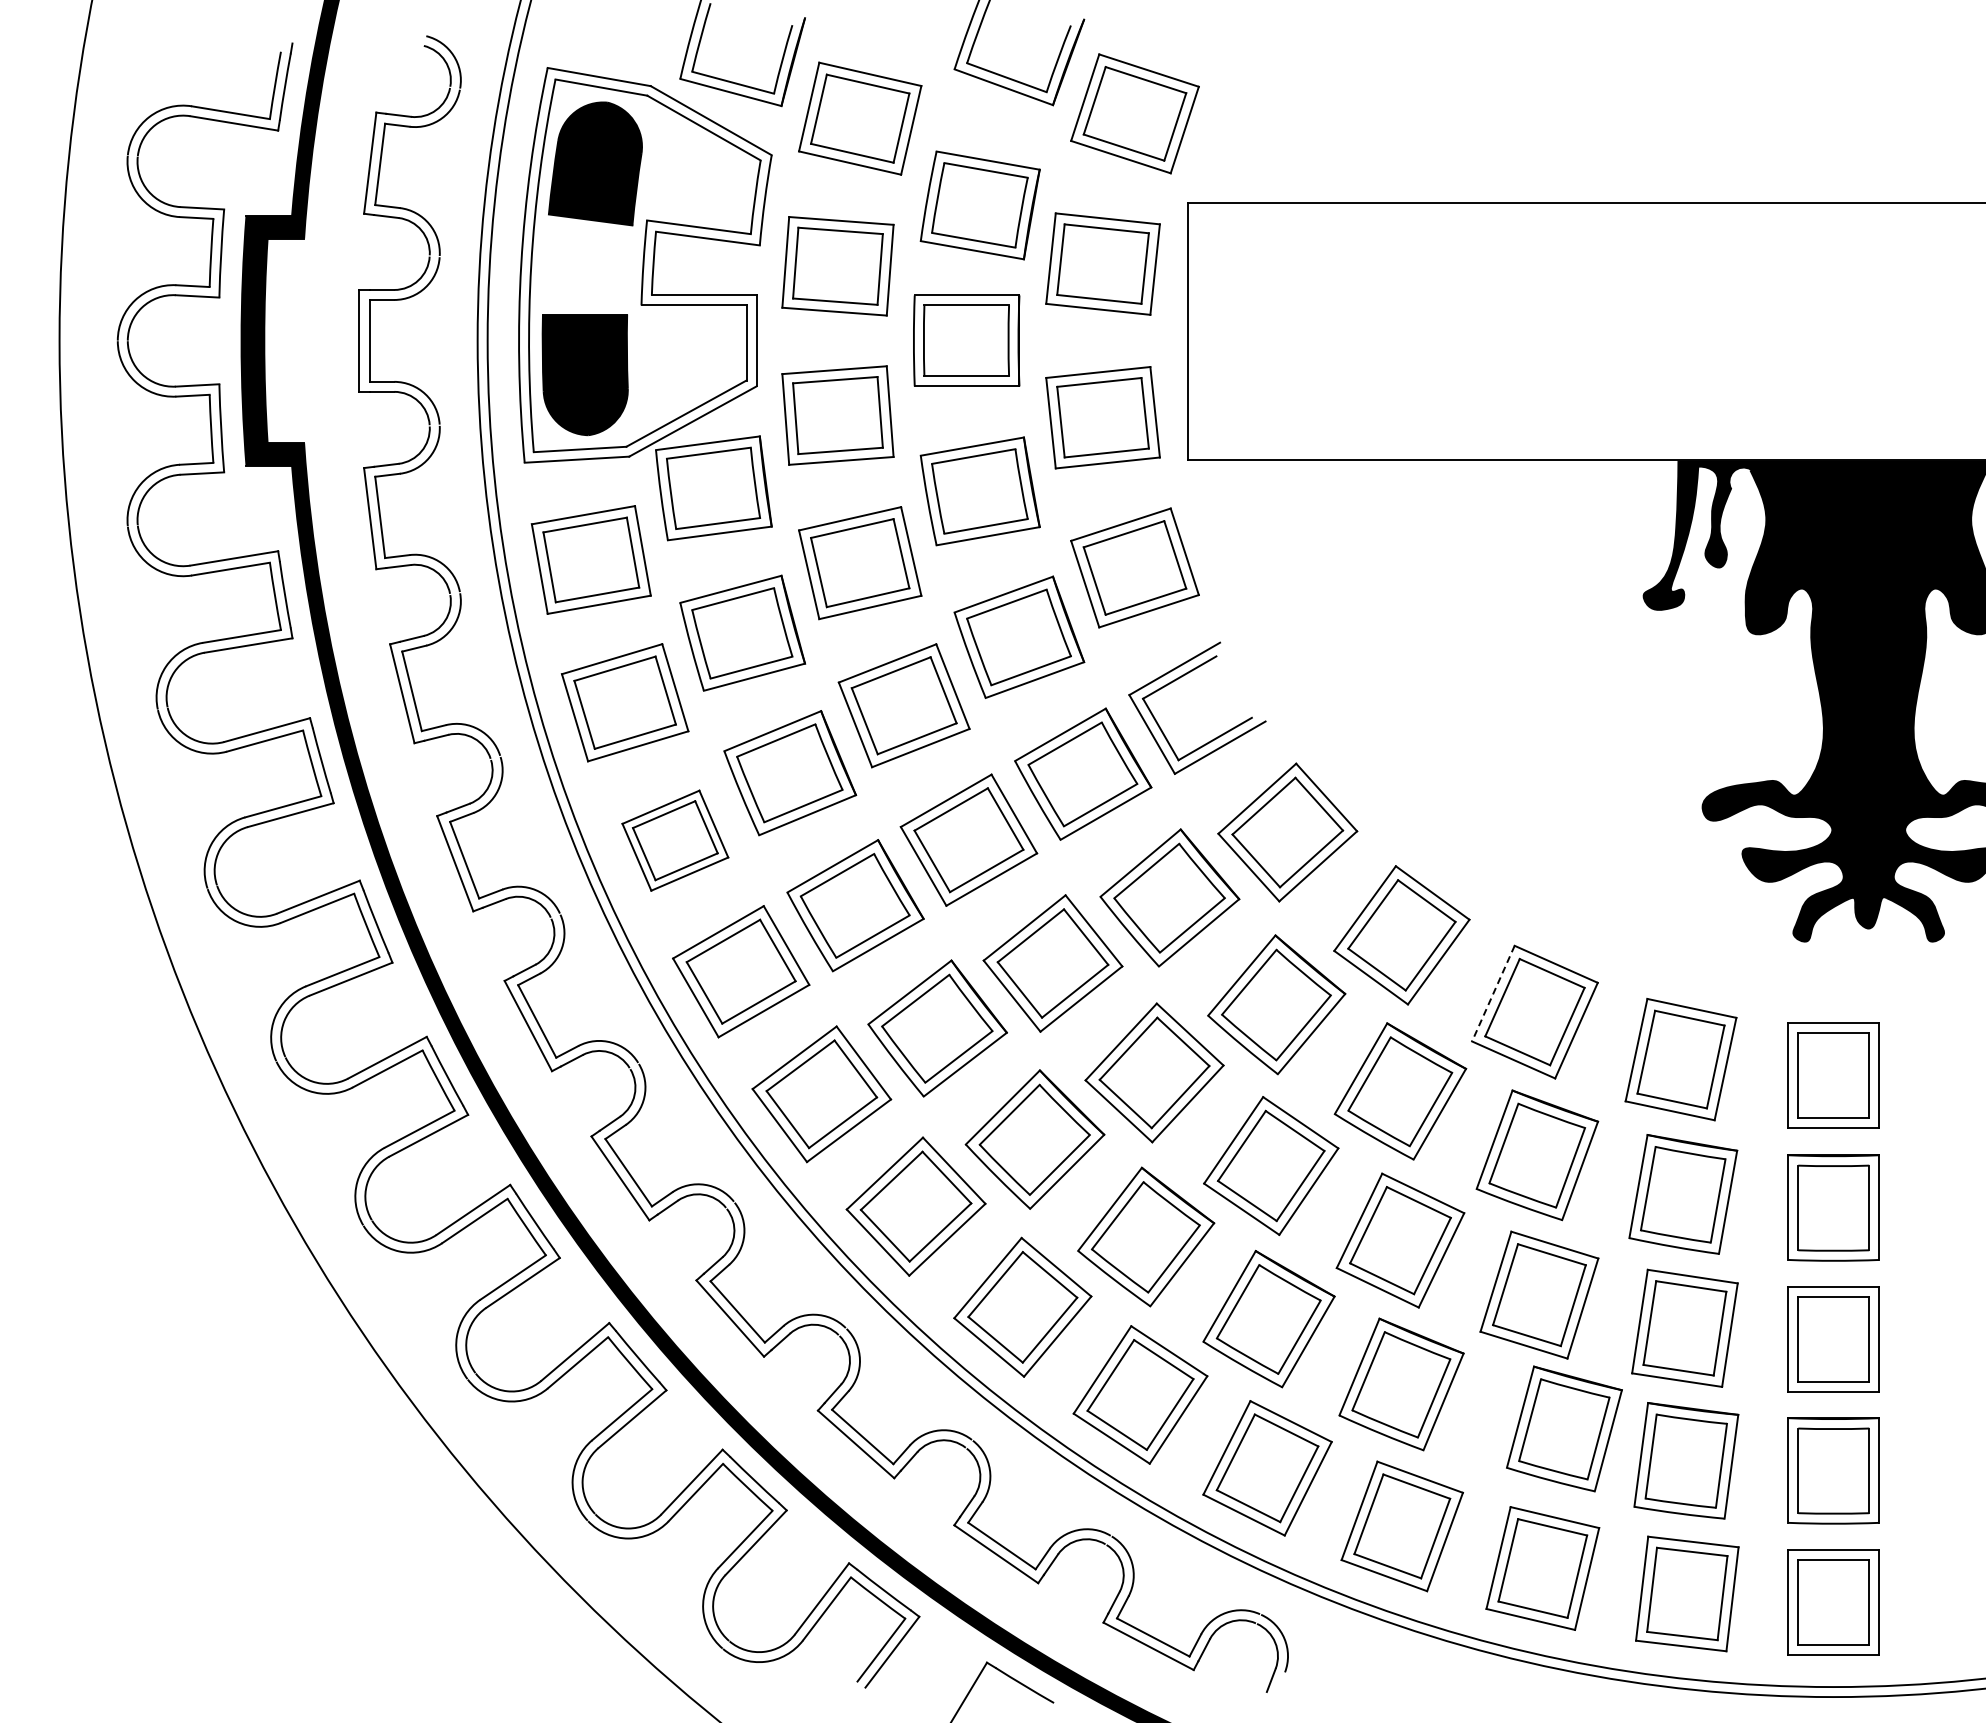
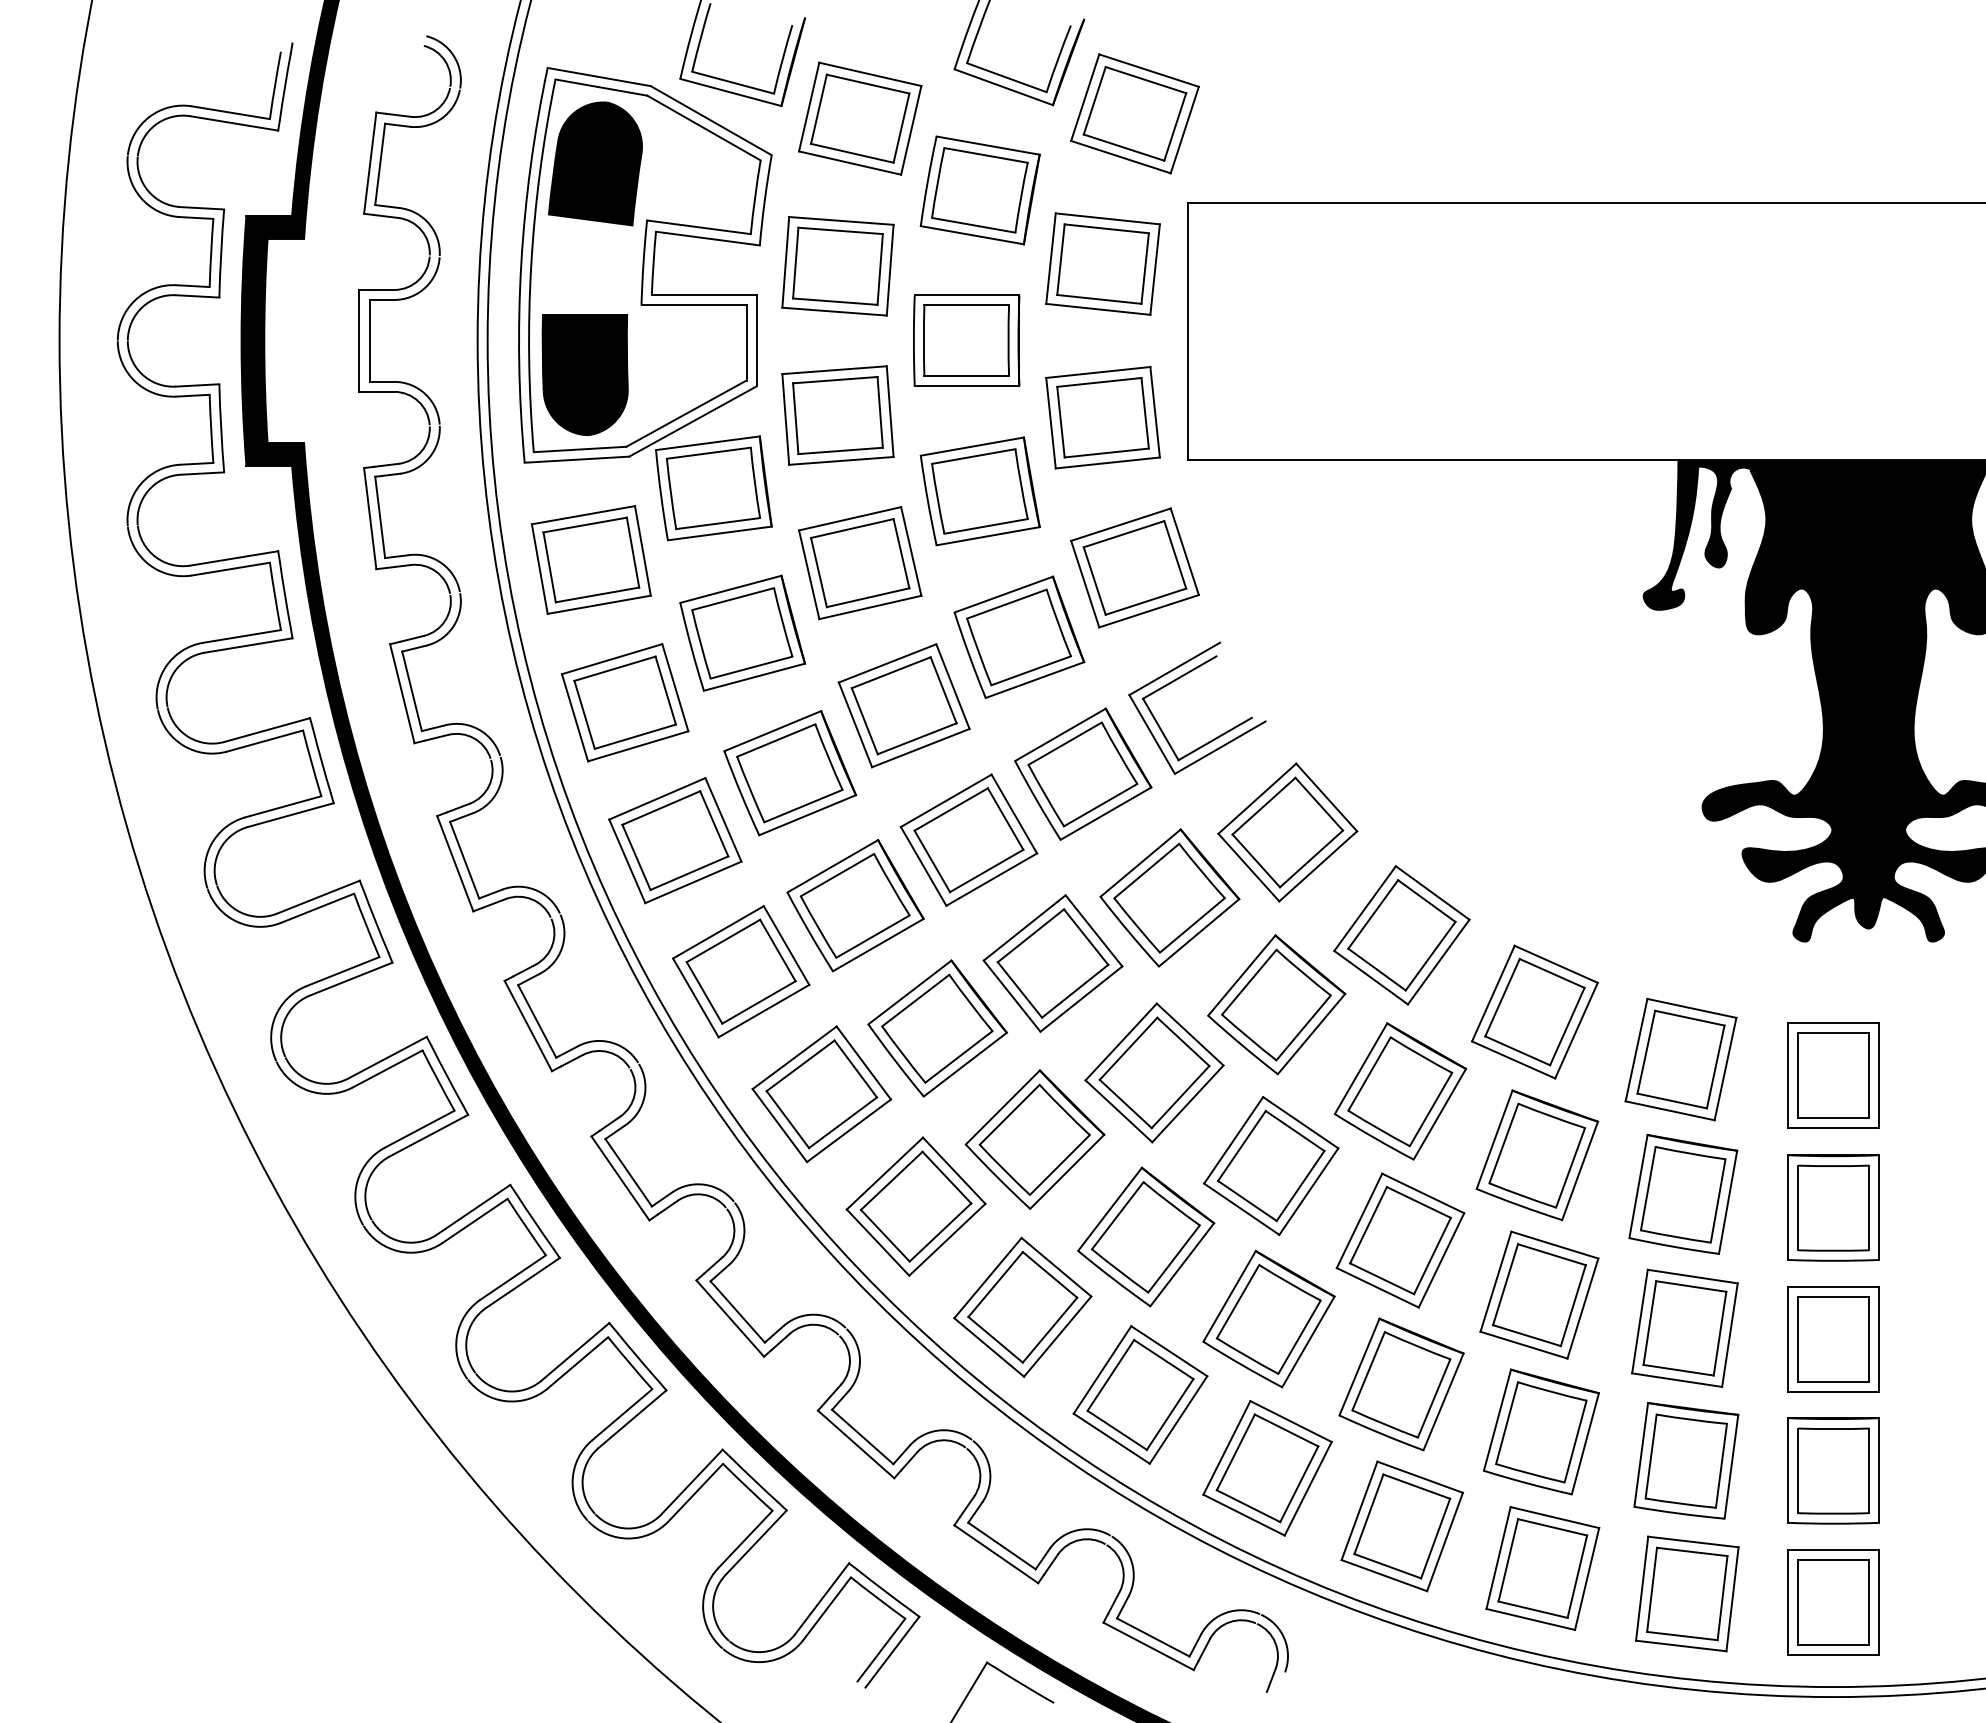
part at (979, 205) position: (979, 205) -> (979, 190)
part at (675, 840) size: 109x103 px -> 135x128 px
line at (1493, 994): dashed -> solid
part at (1564, 1428) position: (1564, 1428) -> (1541, 1431)
